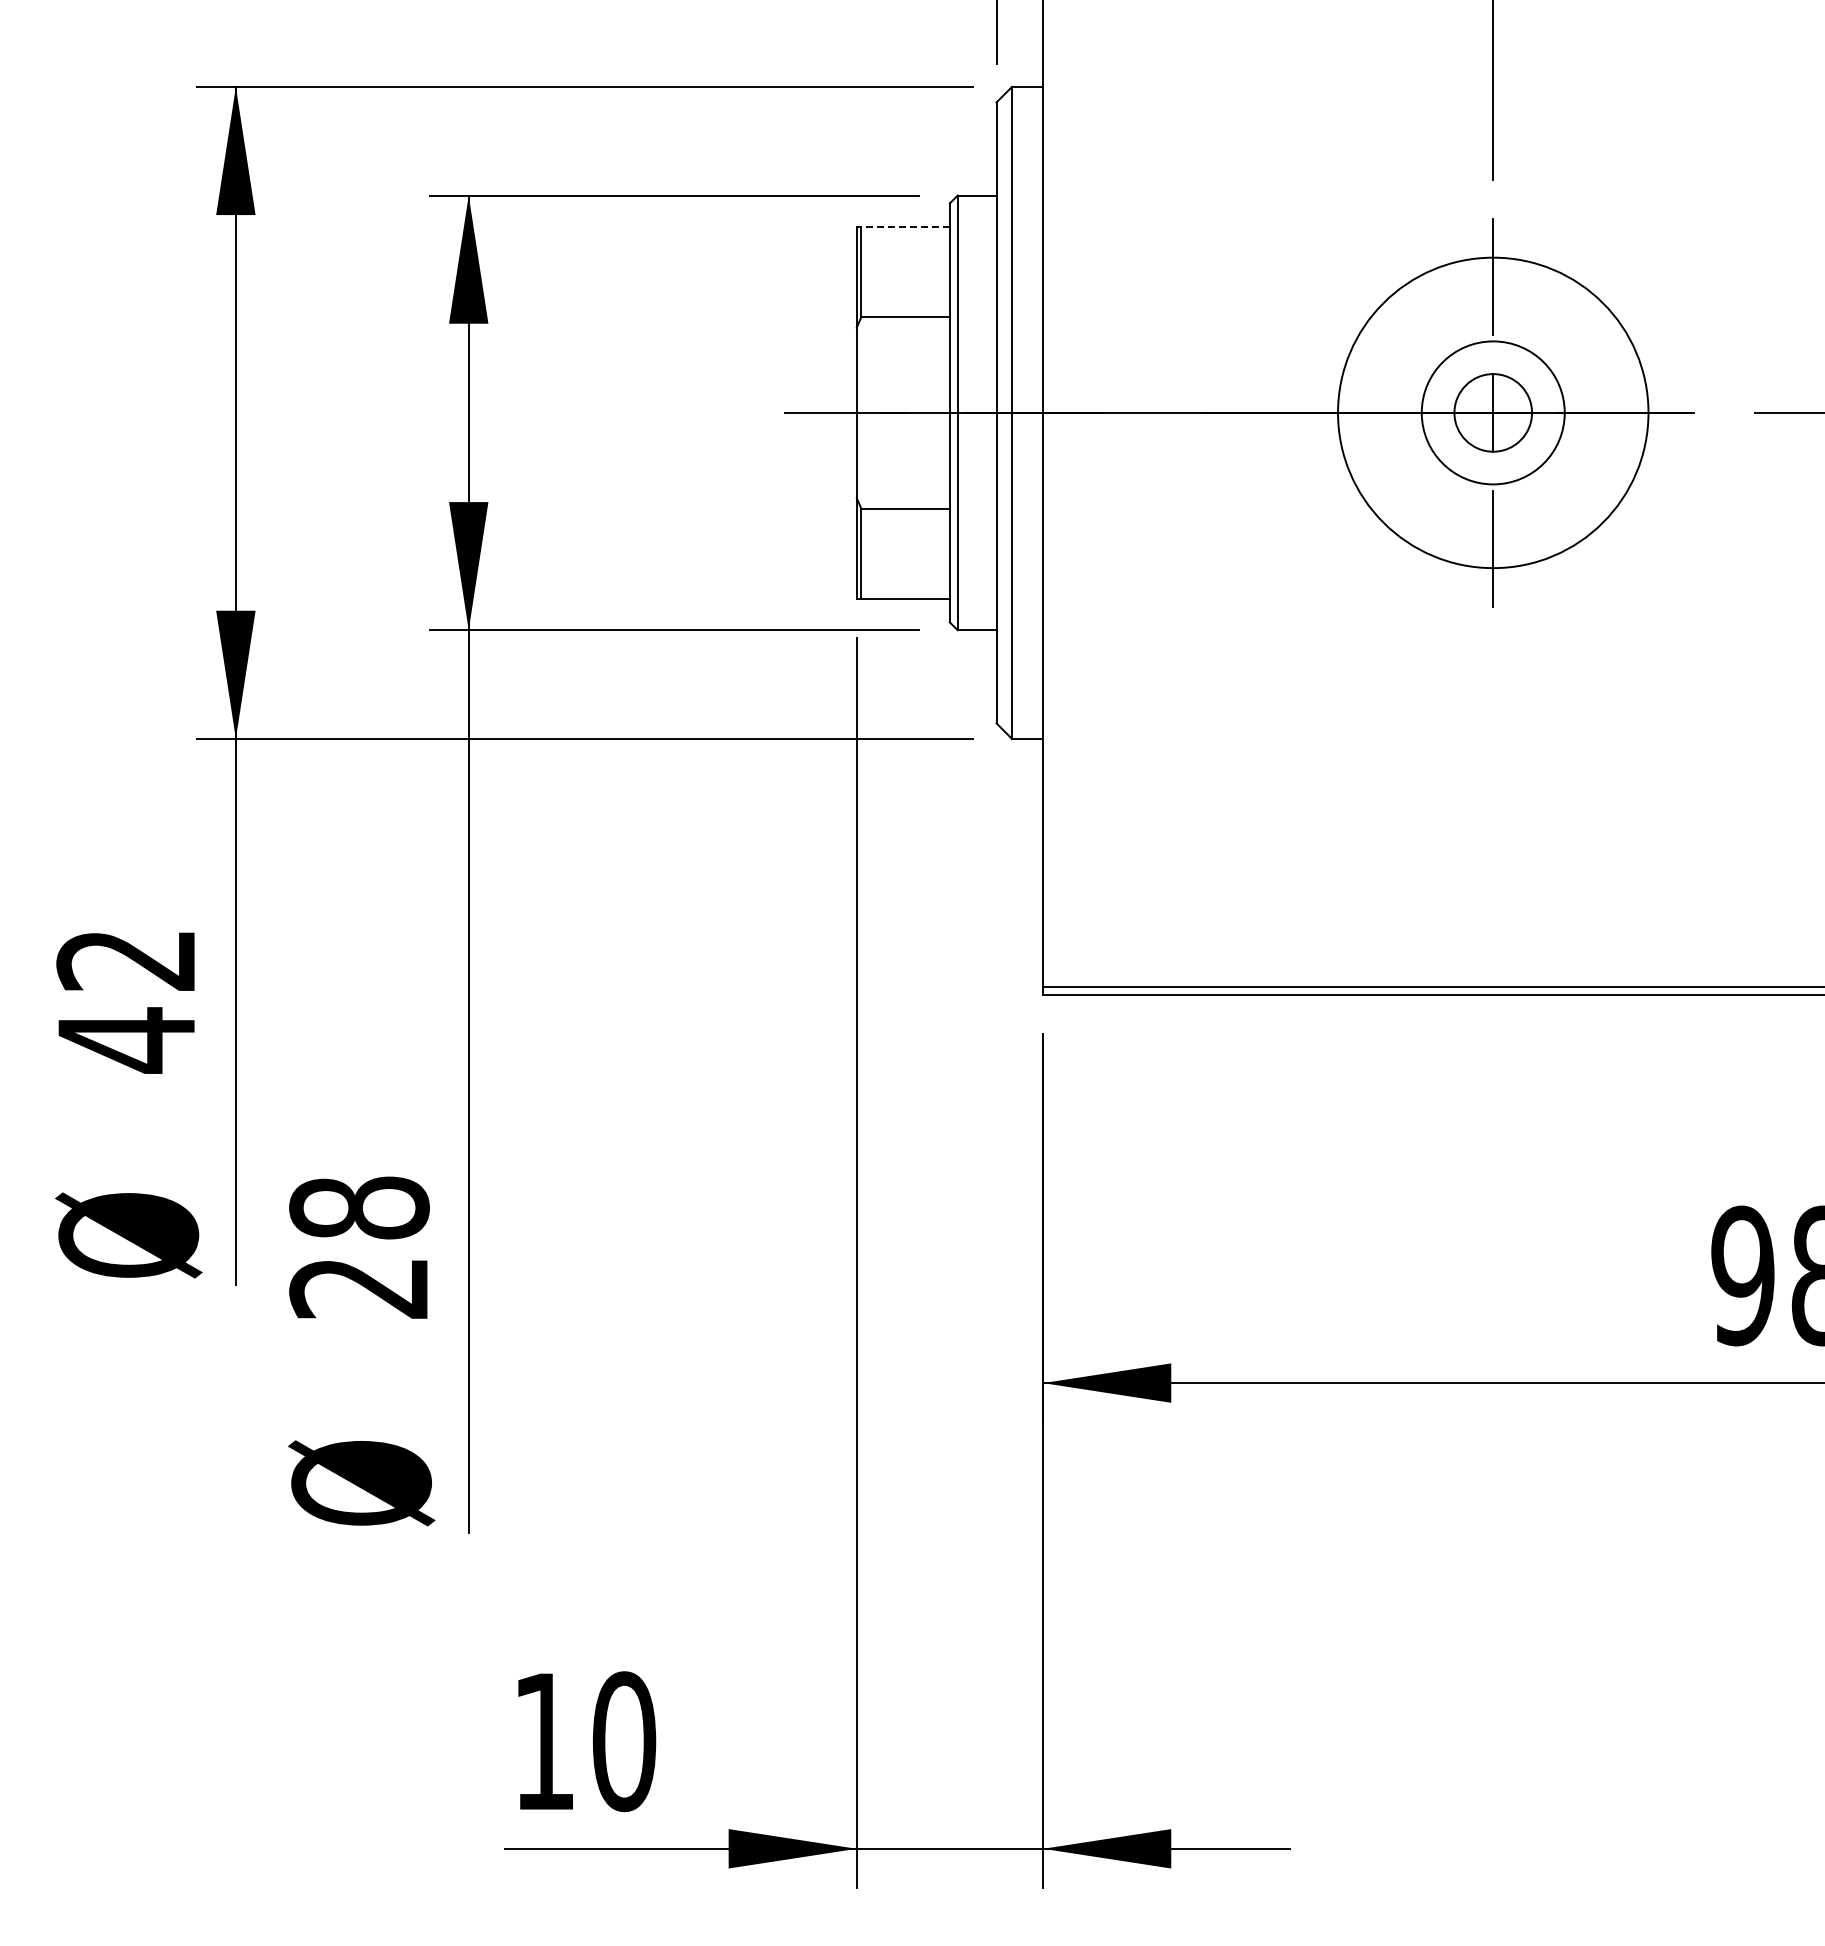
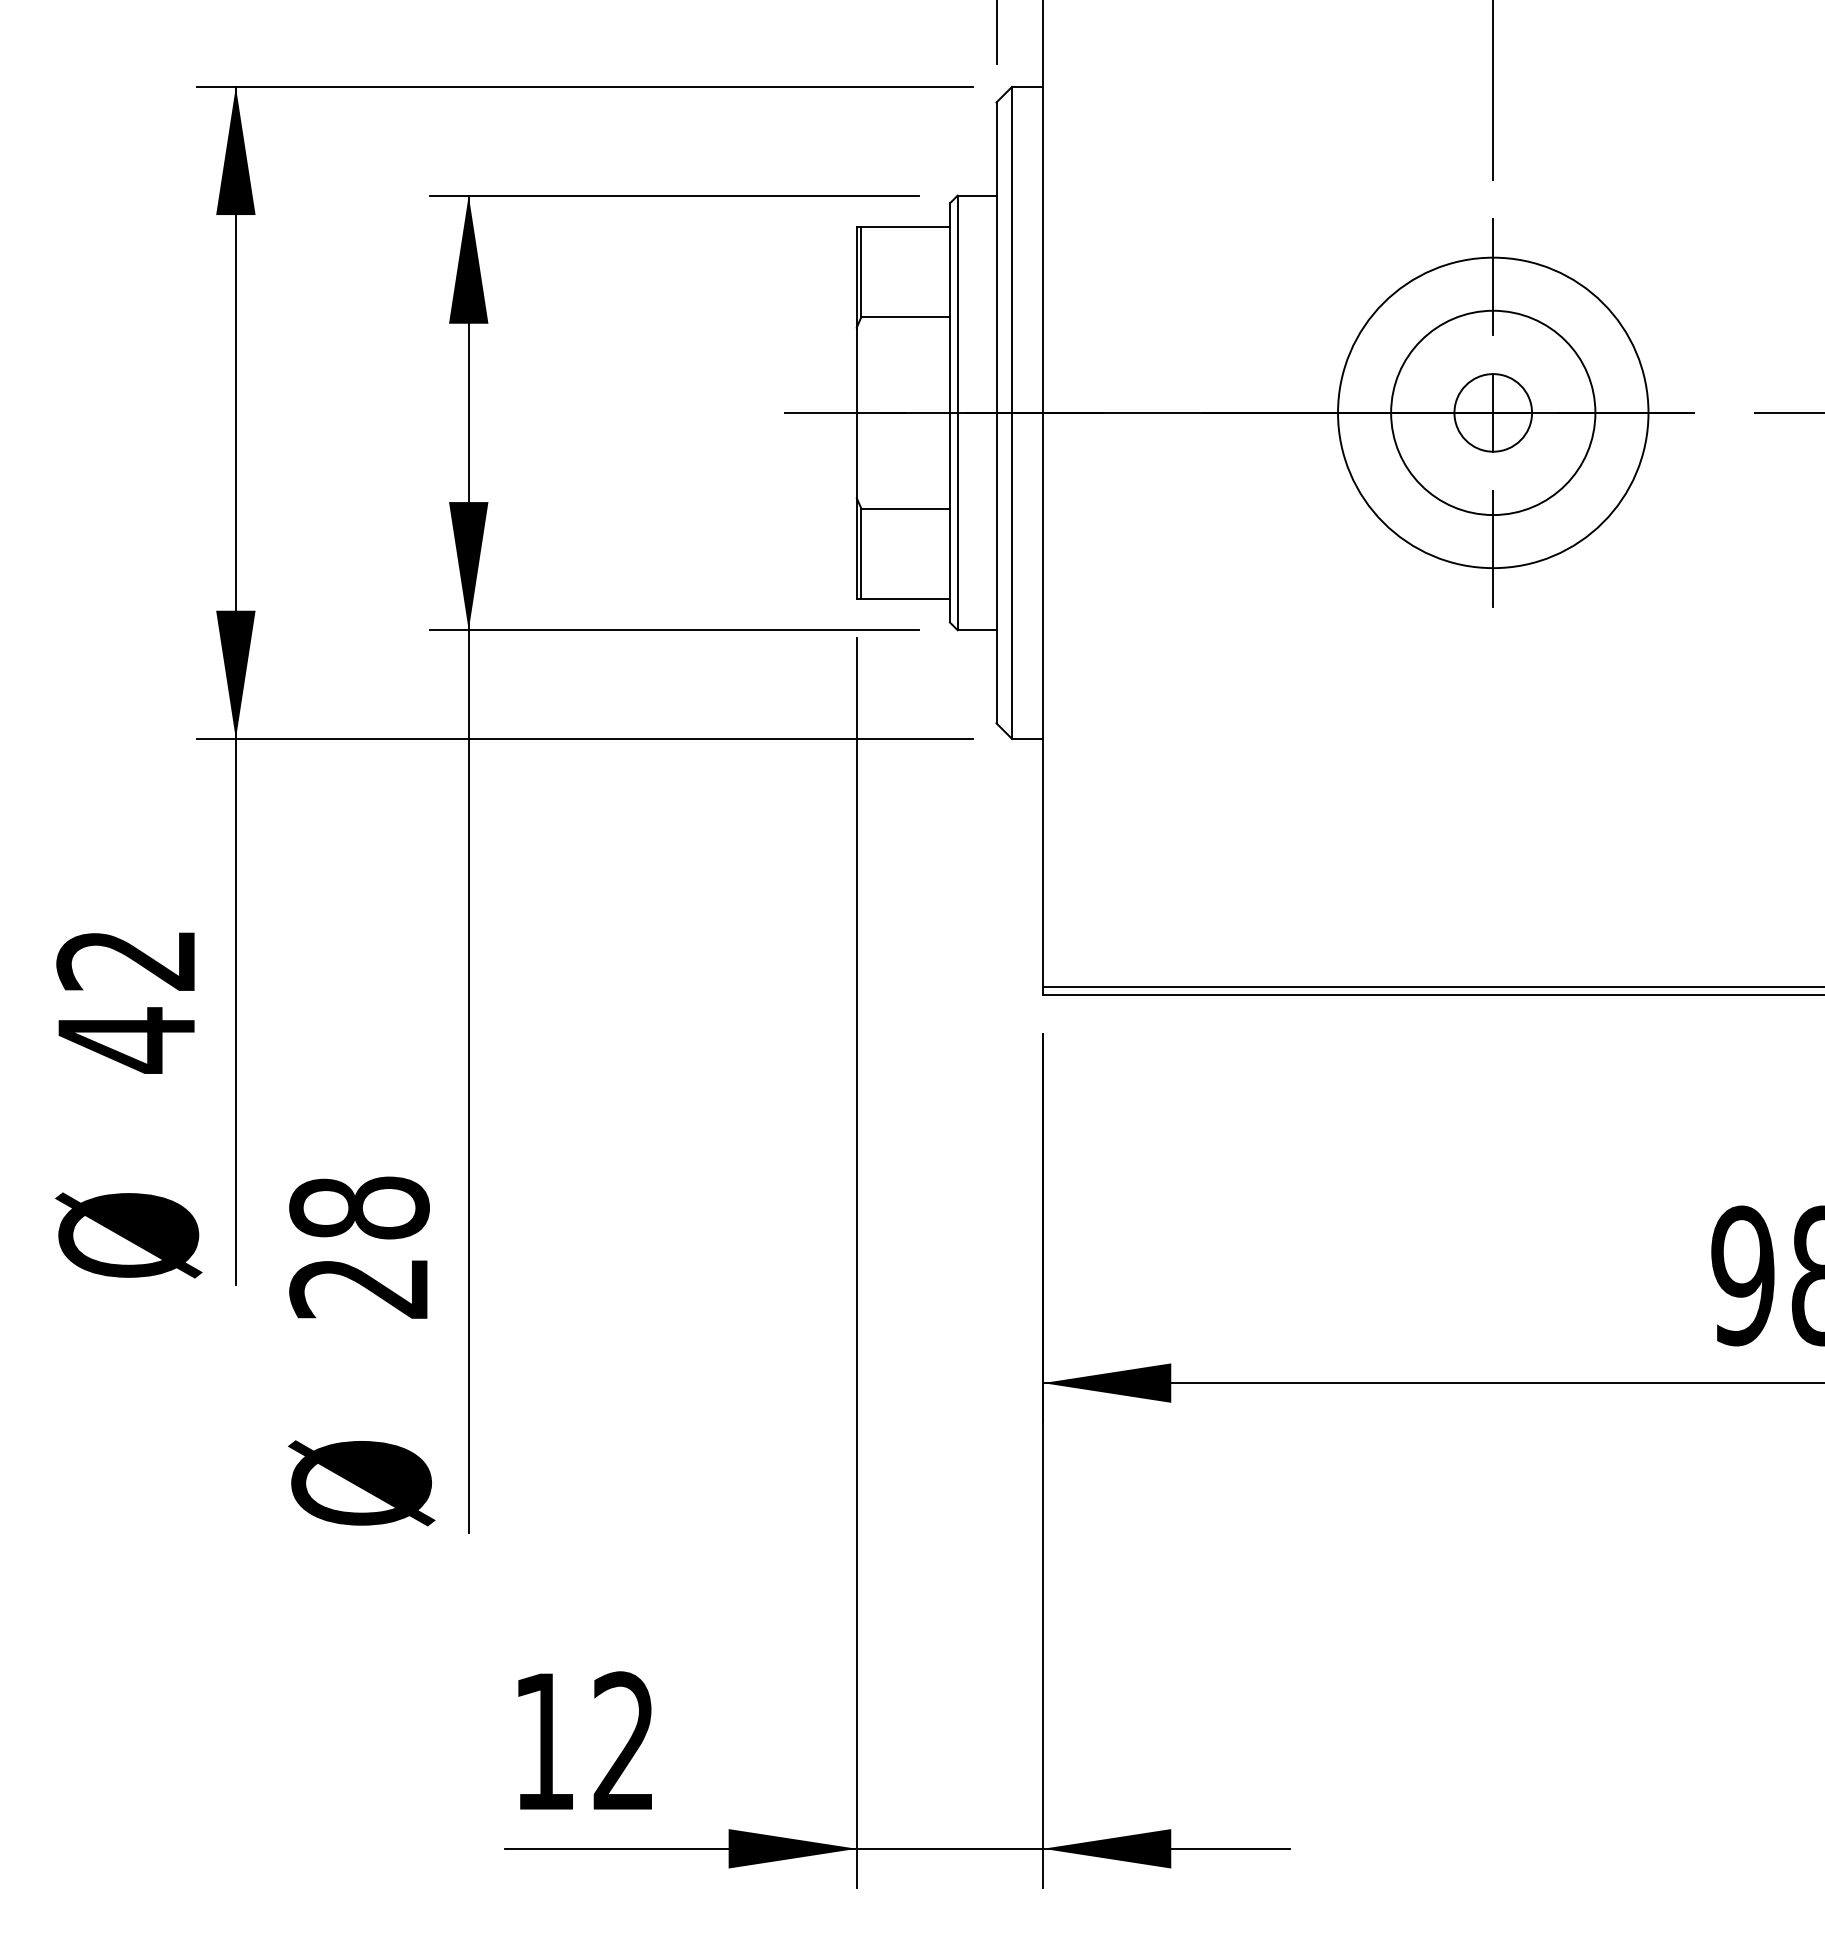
line at (905, 226): dashed -> solid
circle at (1492, 412) diameter: 143 px -> 204 px
text at (624, 1741): 10 -> 12
